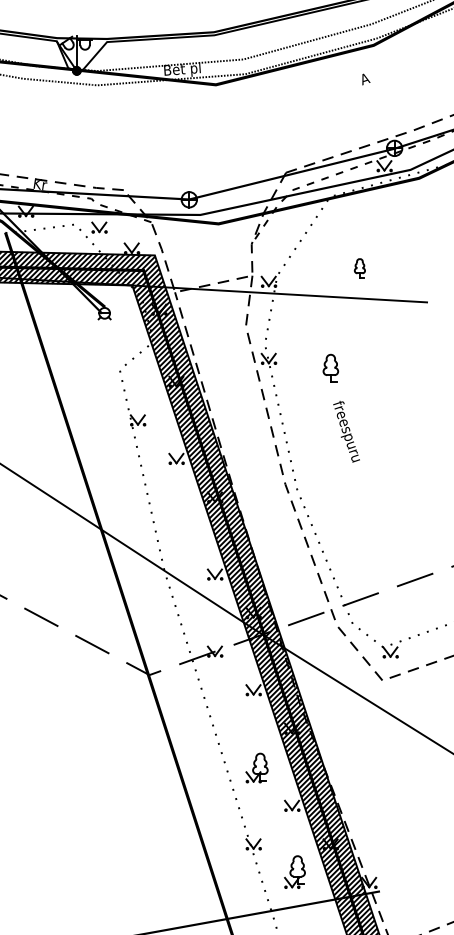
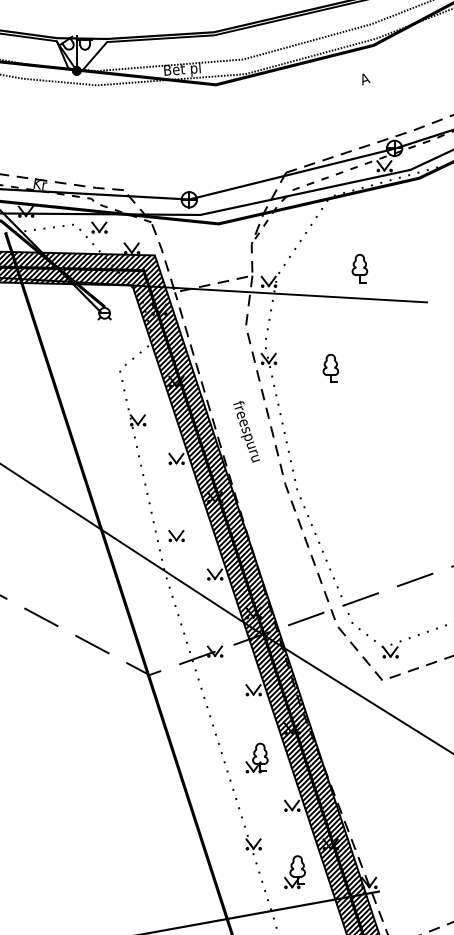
part at (359, 268) size: 13x21 px -> 18x30 px
text at (346, 431) position: (346, 431) -> (246, 431)
part at (176, 536): none -> present
part at (256, 767) position: (256, 767) -> (256, 757)
